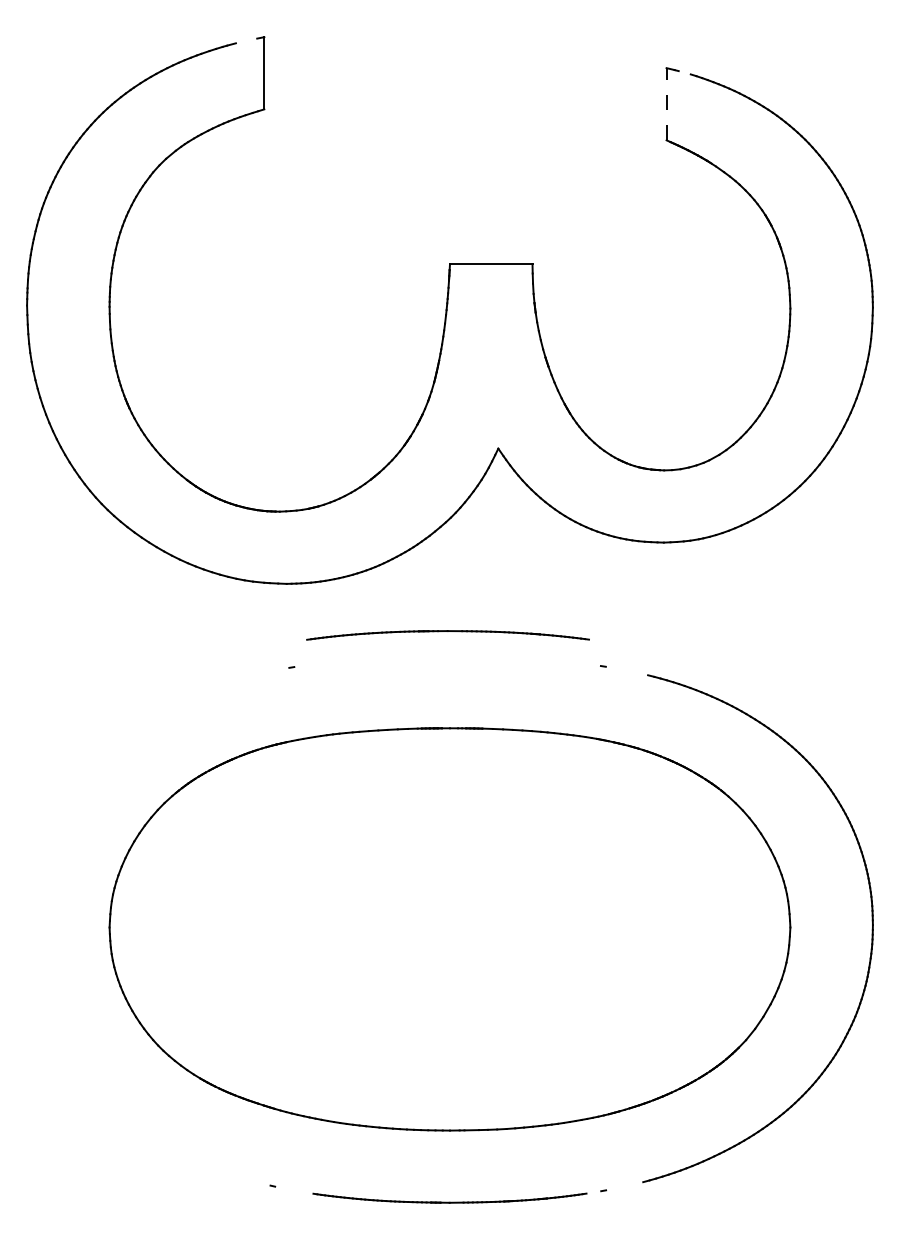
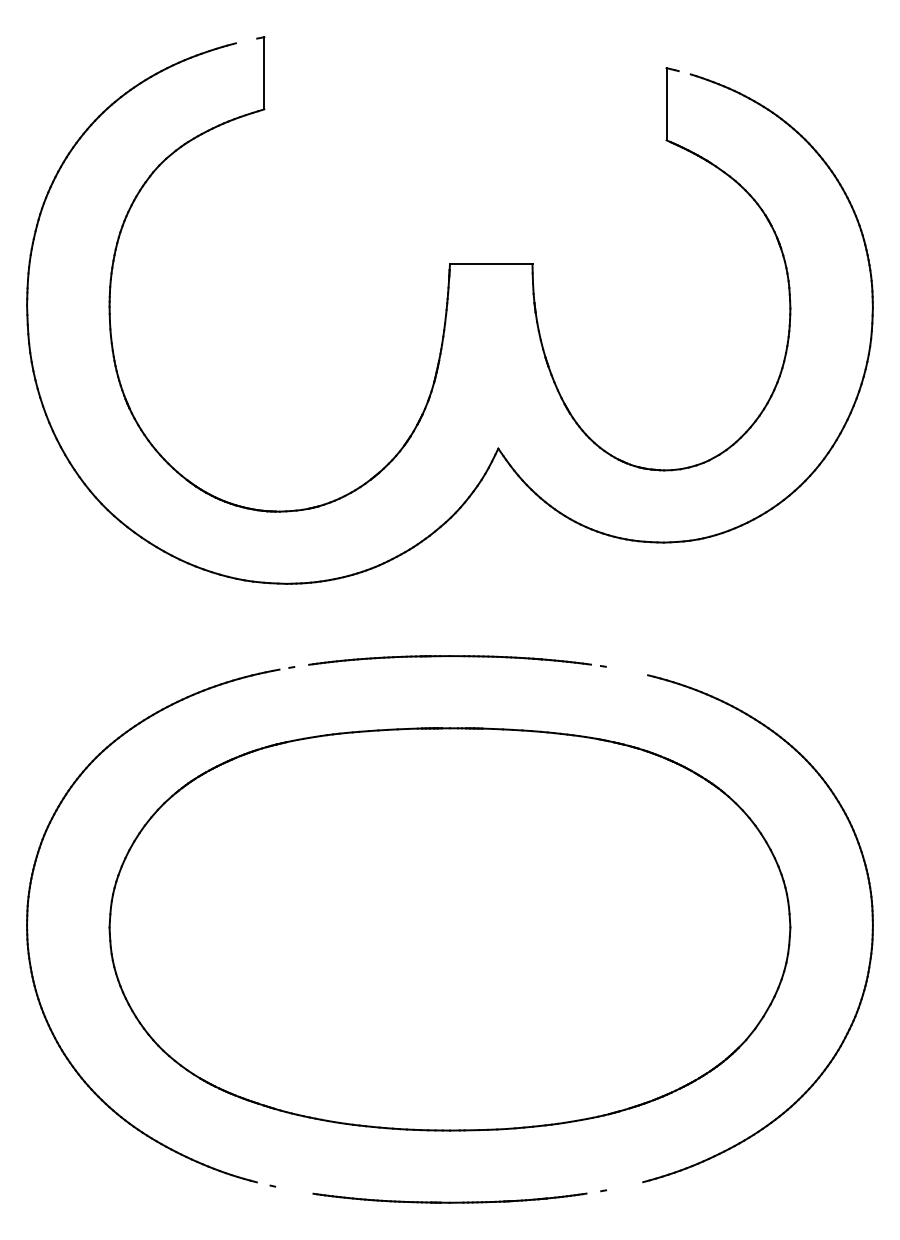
line at (666, 103): dashed -> solid
part at (447, 635) position: (447, 635) -> (449, 660)
part at (28, 921): none -> present
